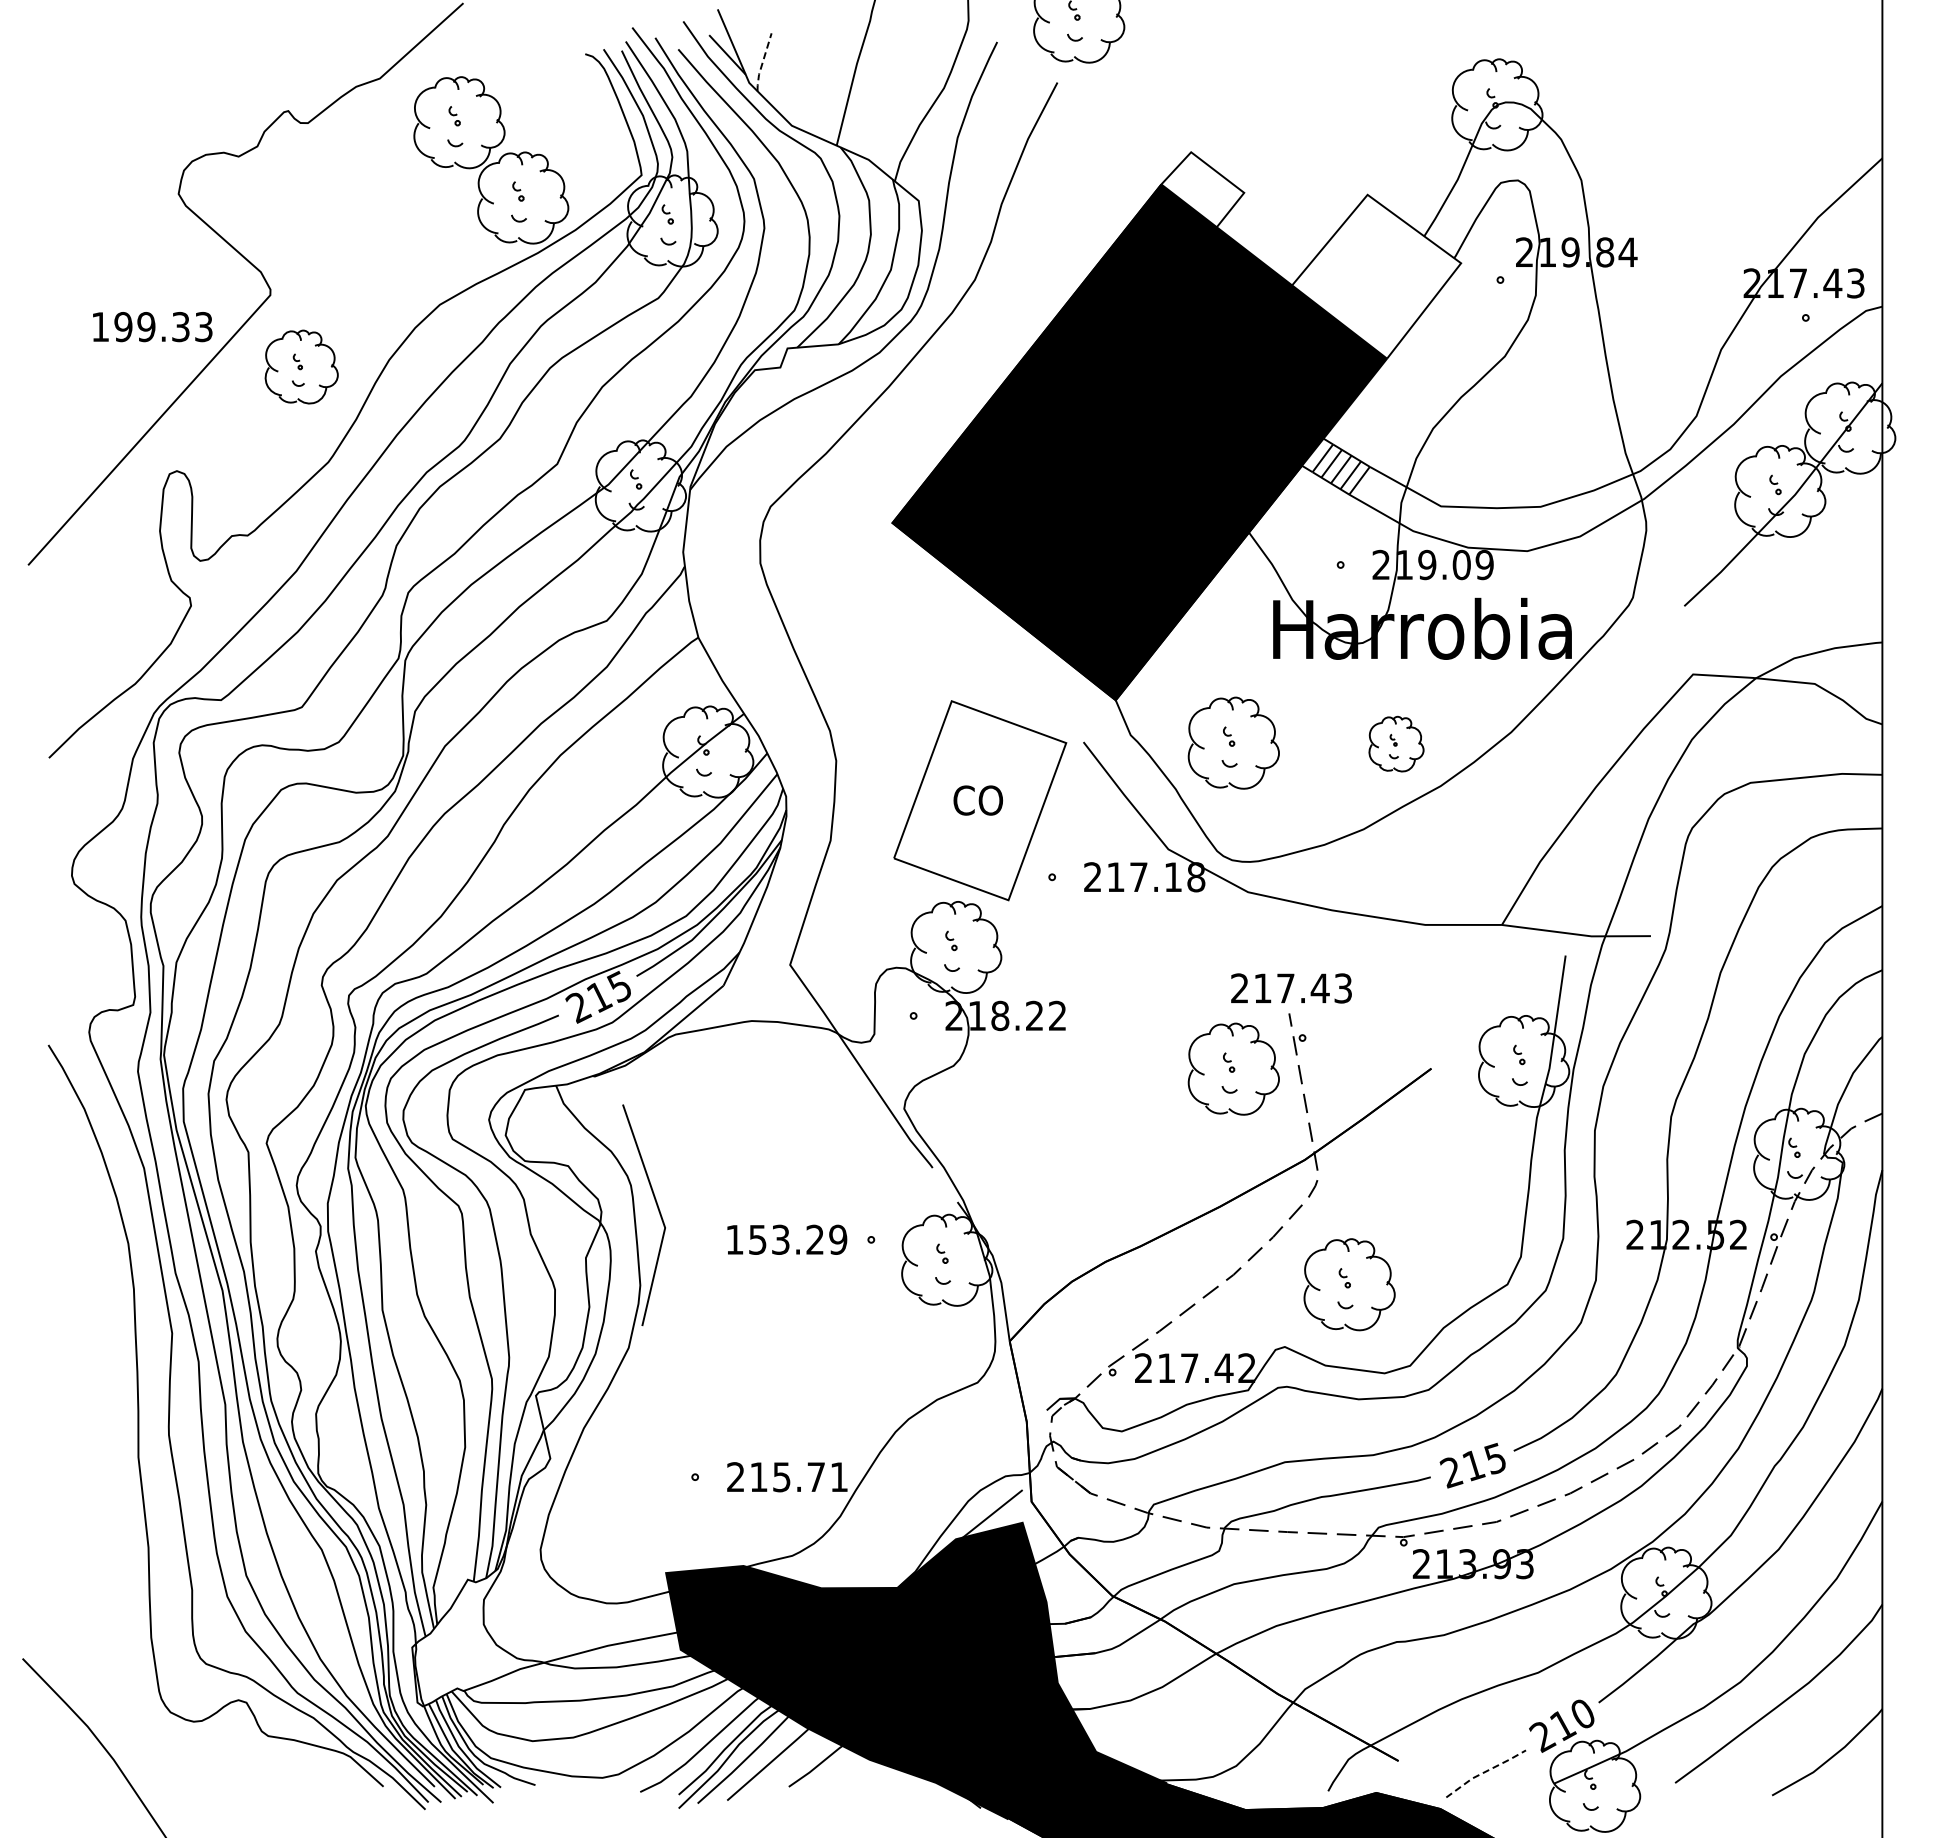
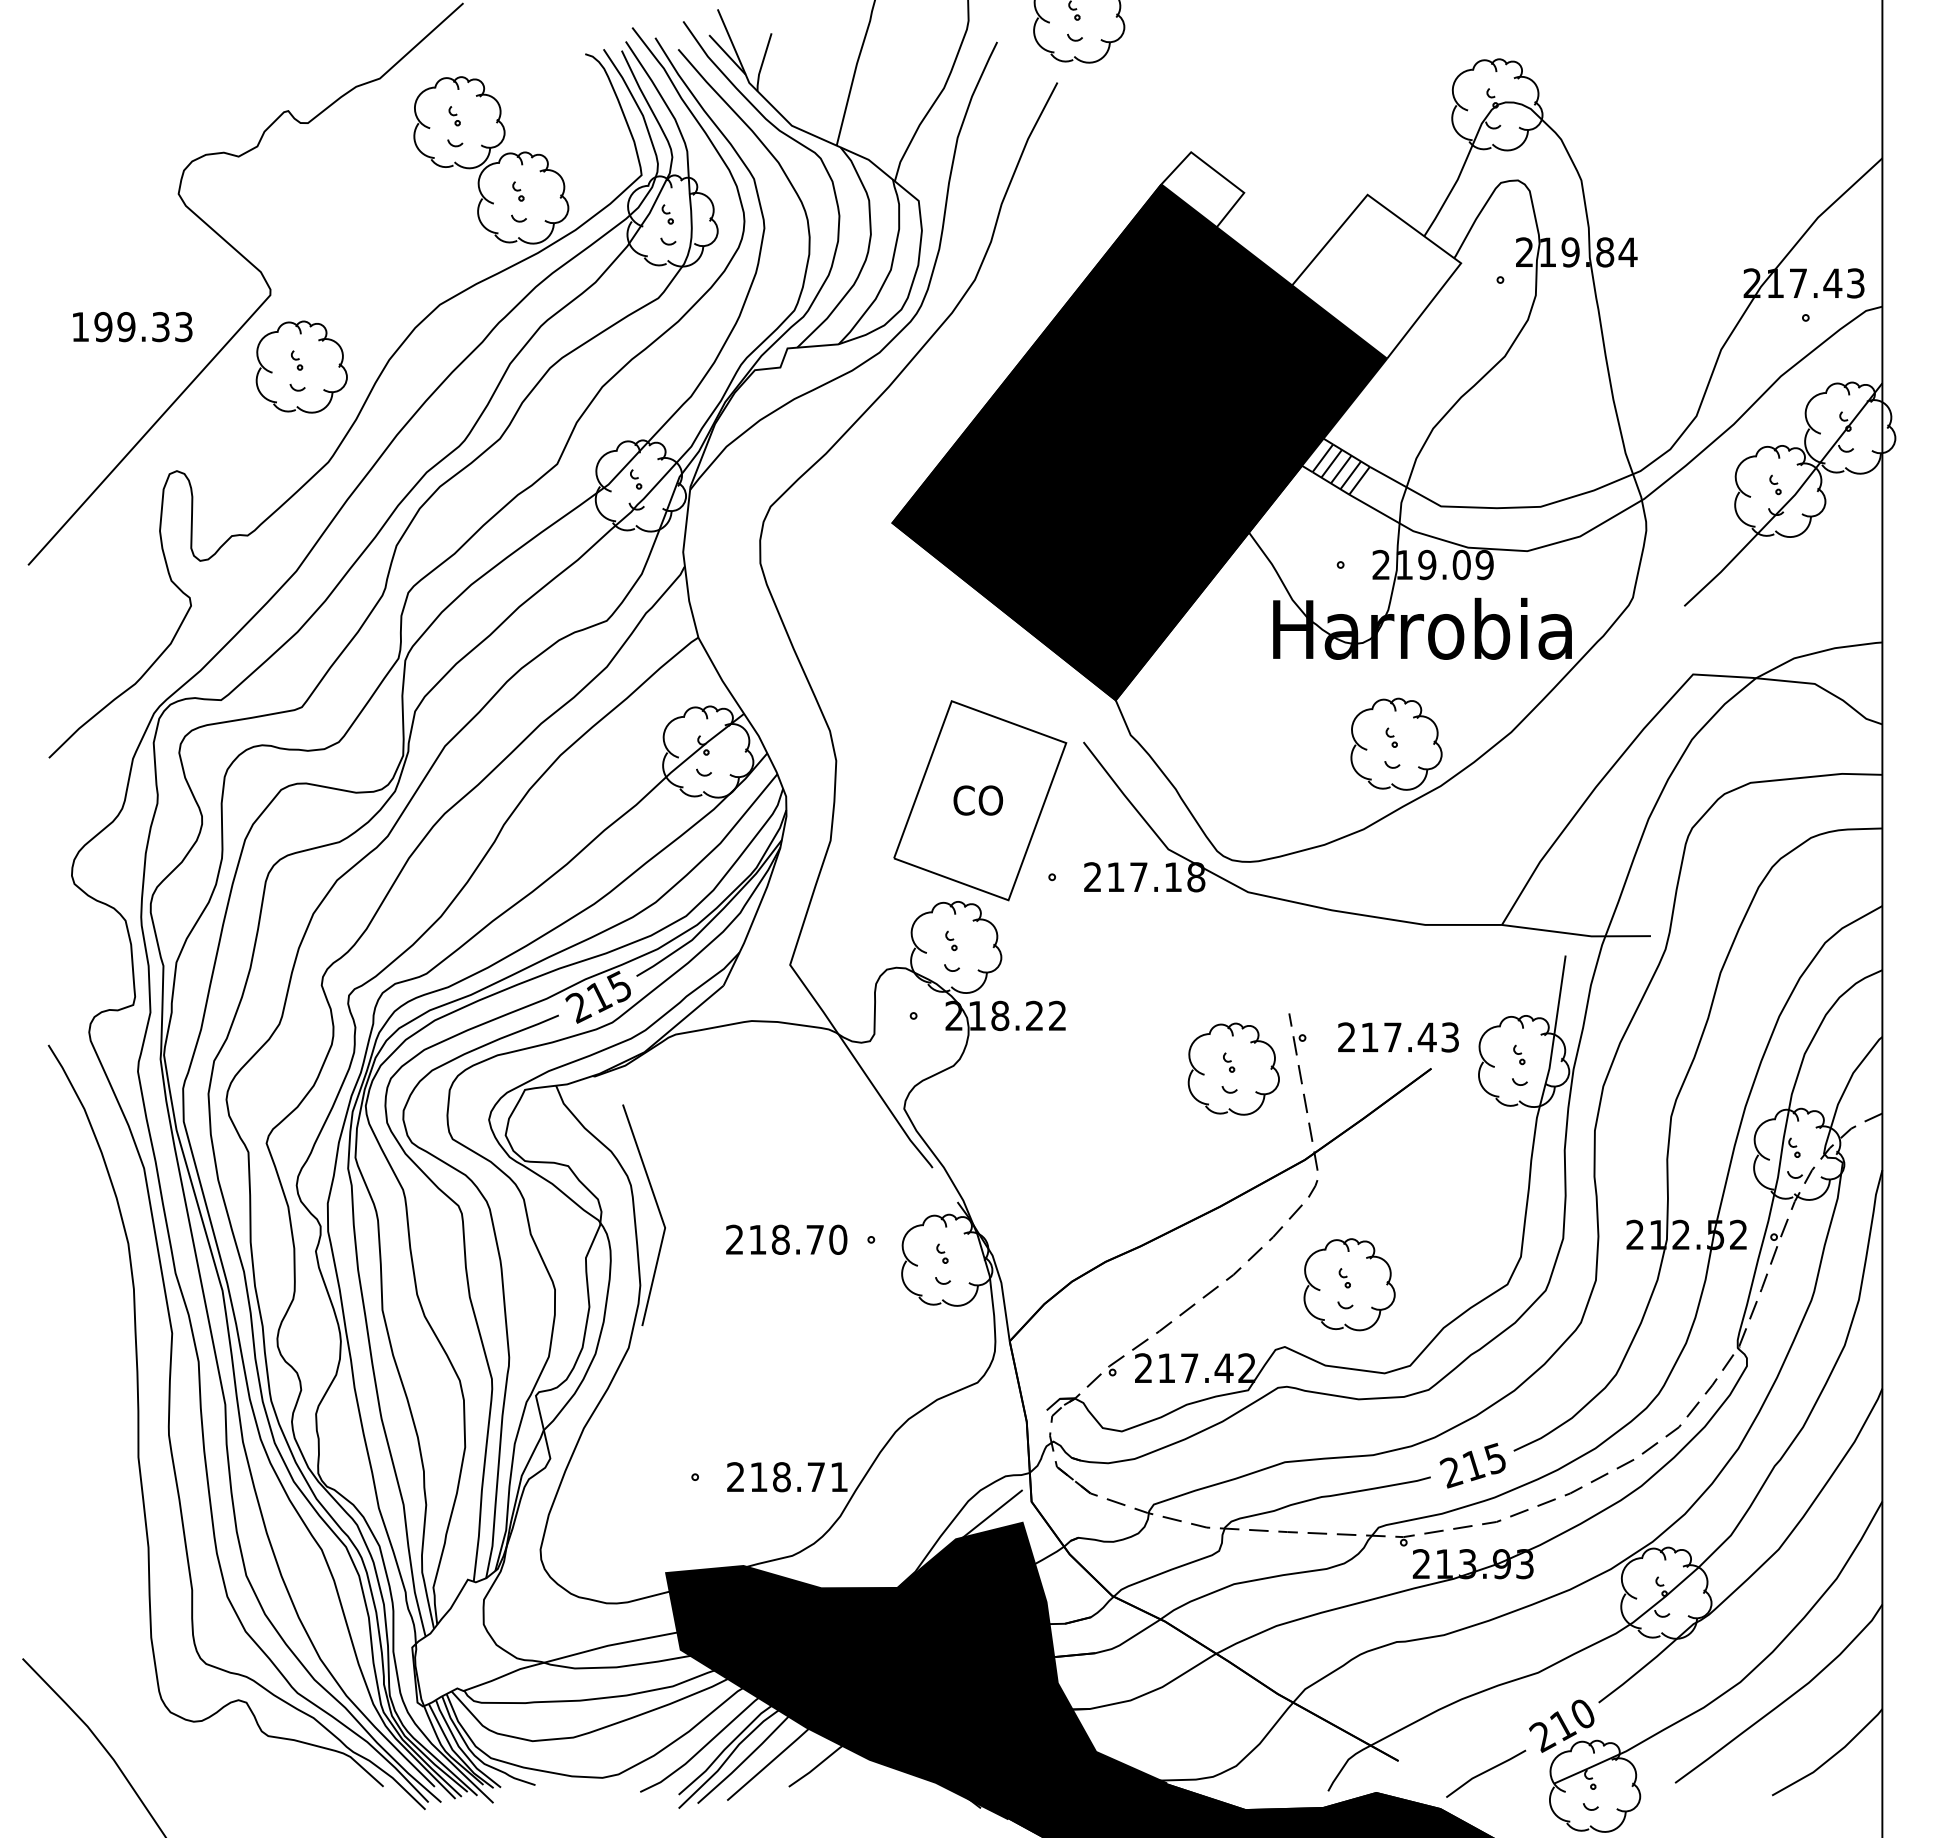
line at (762, 63): dashed -> solid
text at (152, 327) position: (152, 327) -> (132, 327)
part at (301, 366) size: 75x76 px -> 93x94 px
part at (1233, 742): present -> none
part at (1396, 743) size: 57x58 px -> 93x94 px
text at (1291, 988) position: (1291, 988) -> (1398, 1037)
text at (786, 1239): 153.29 -> 218.70
text at (781, 1477): 215.71 -> 218.71
line at (1485, 1771): dashed -> solid
